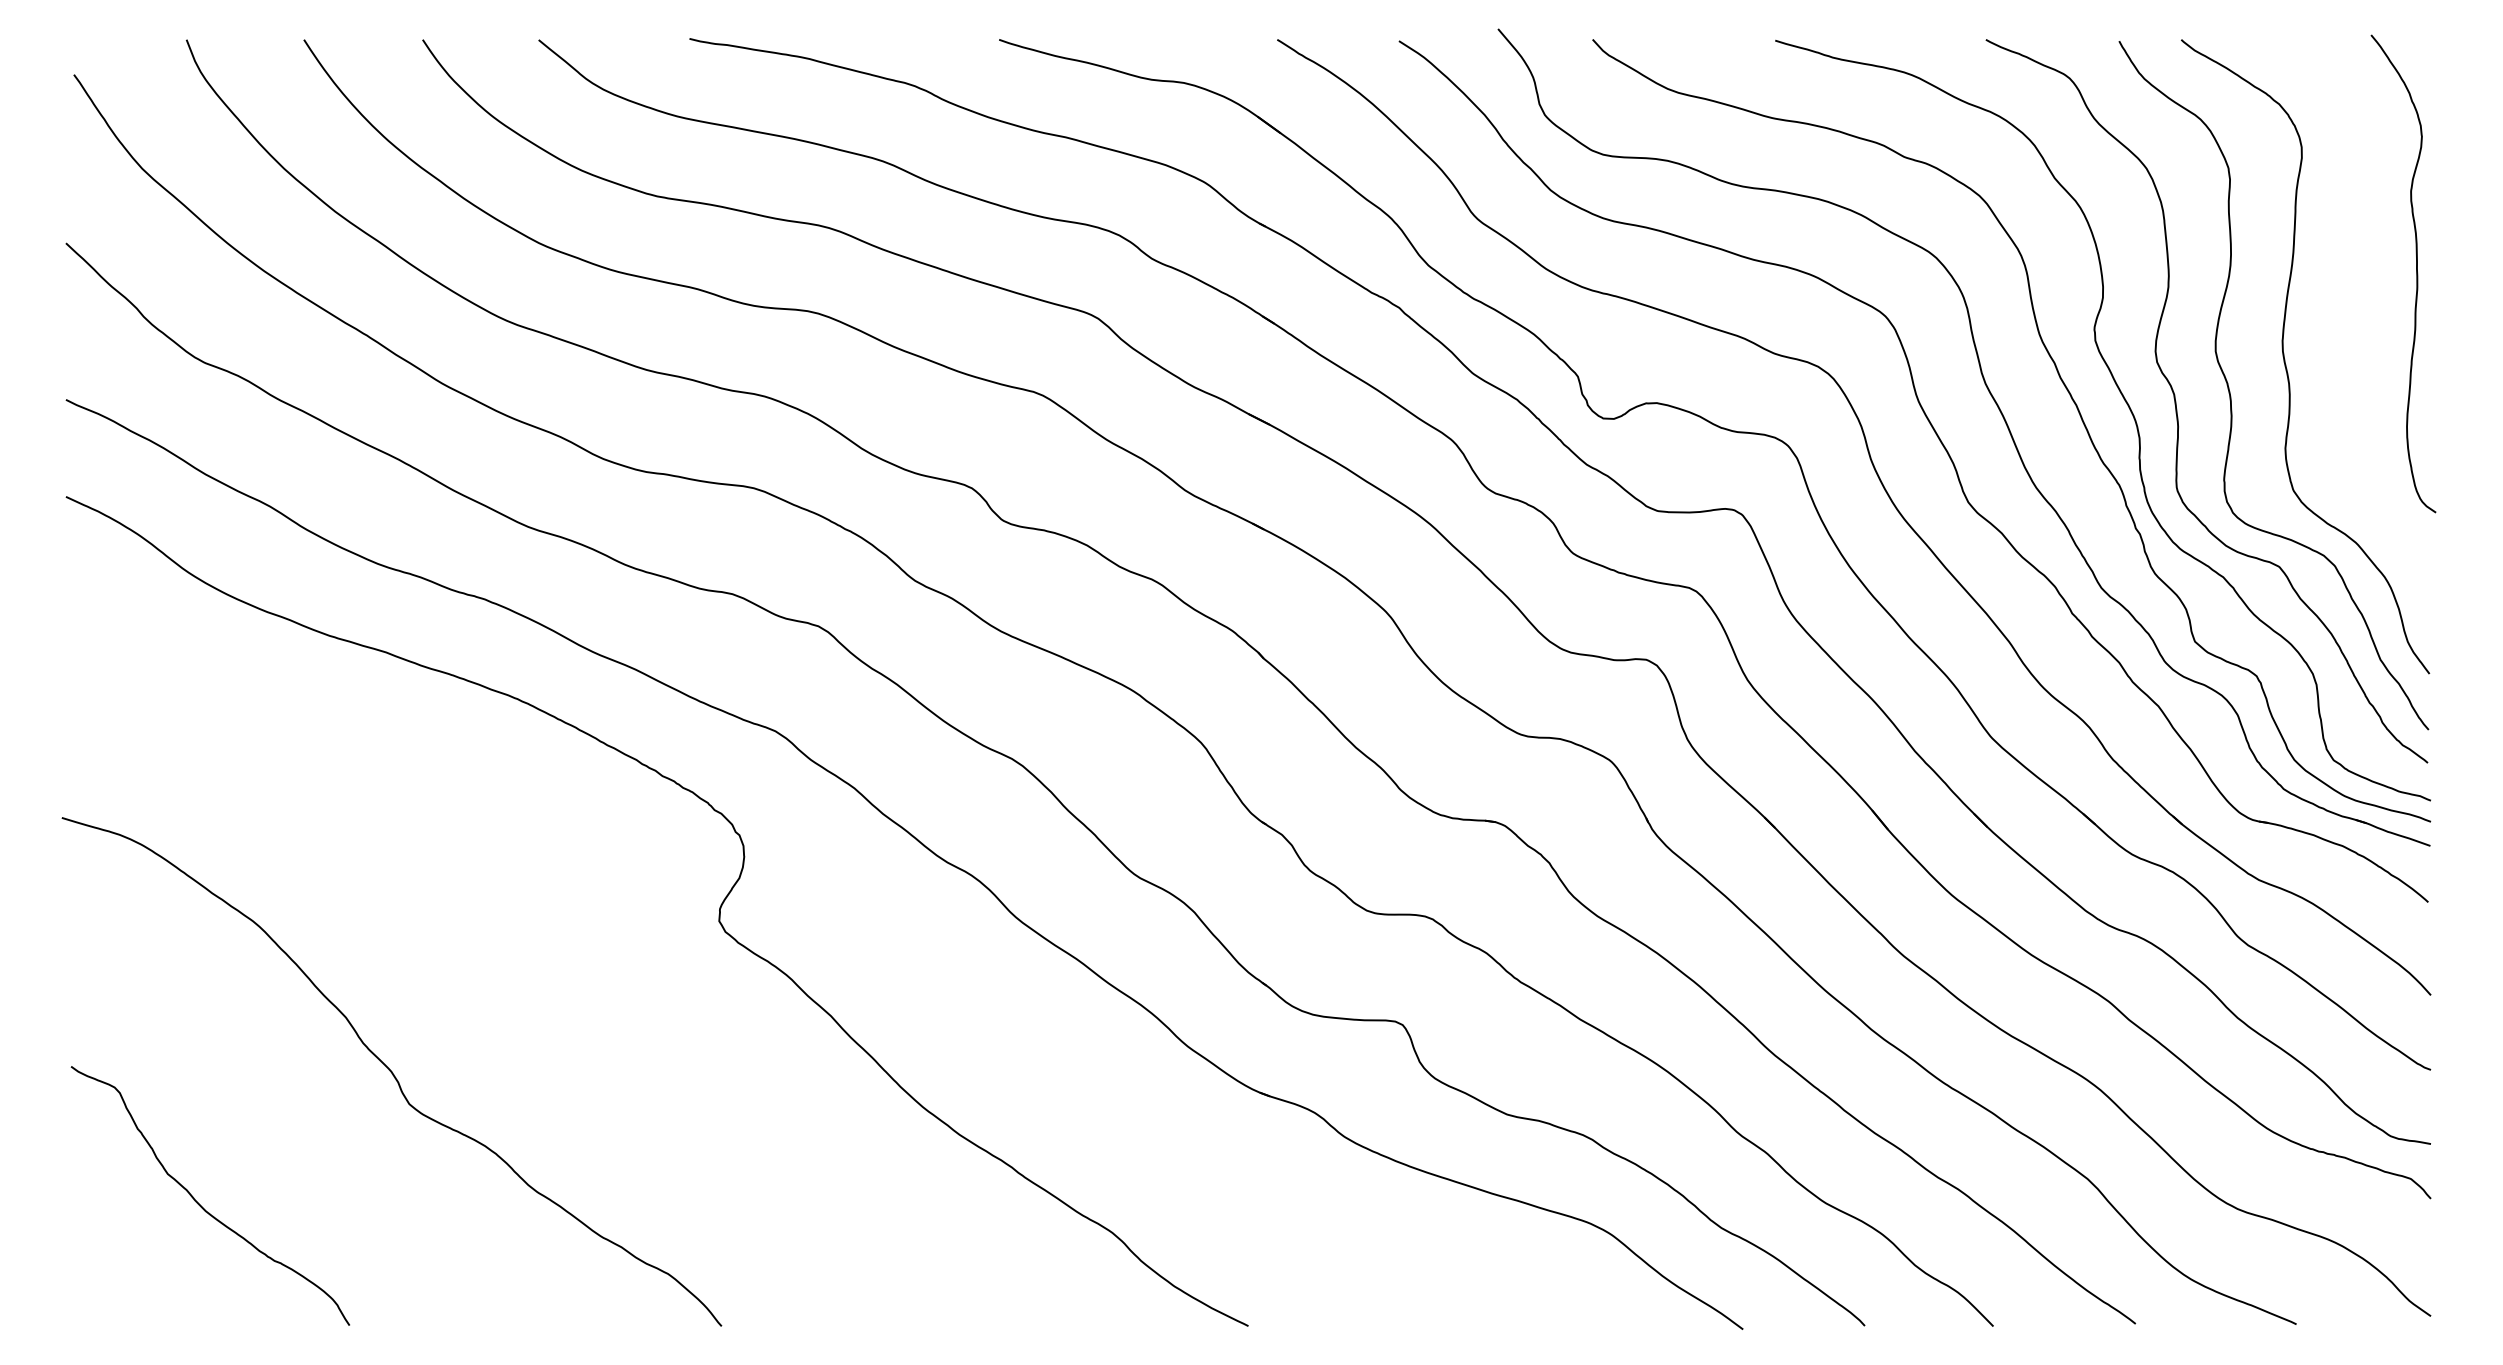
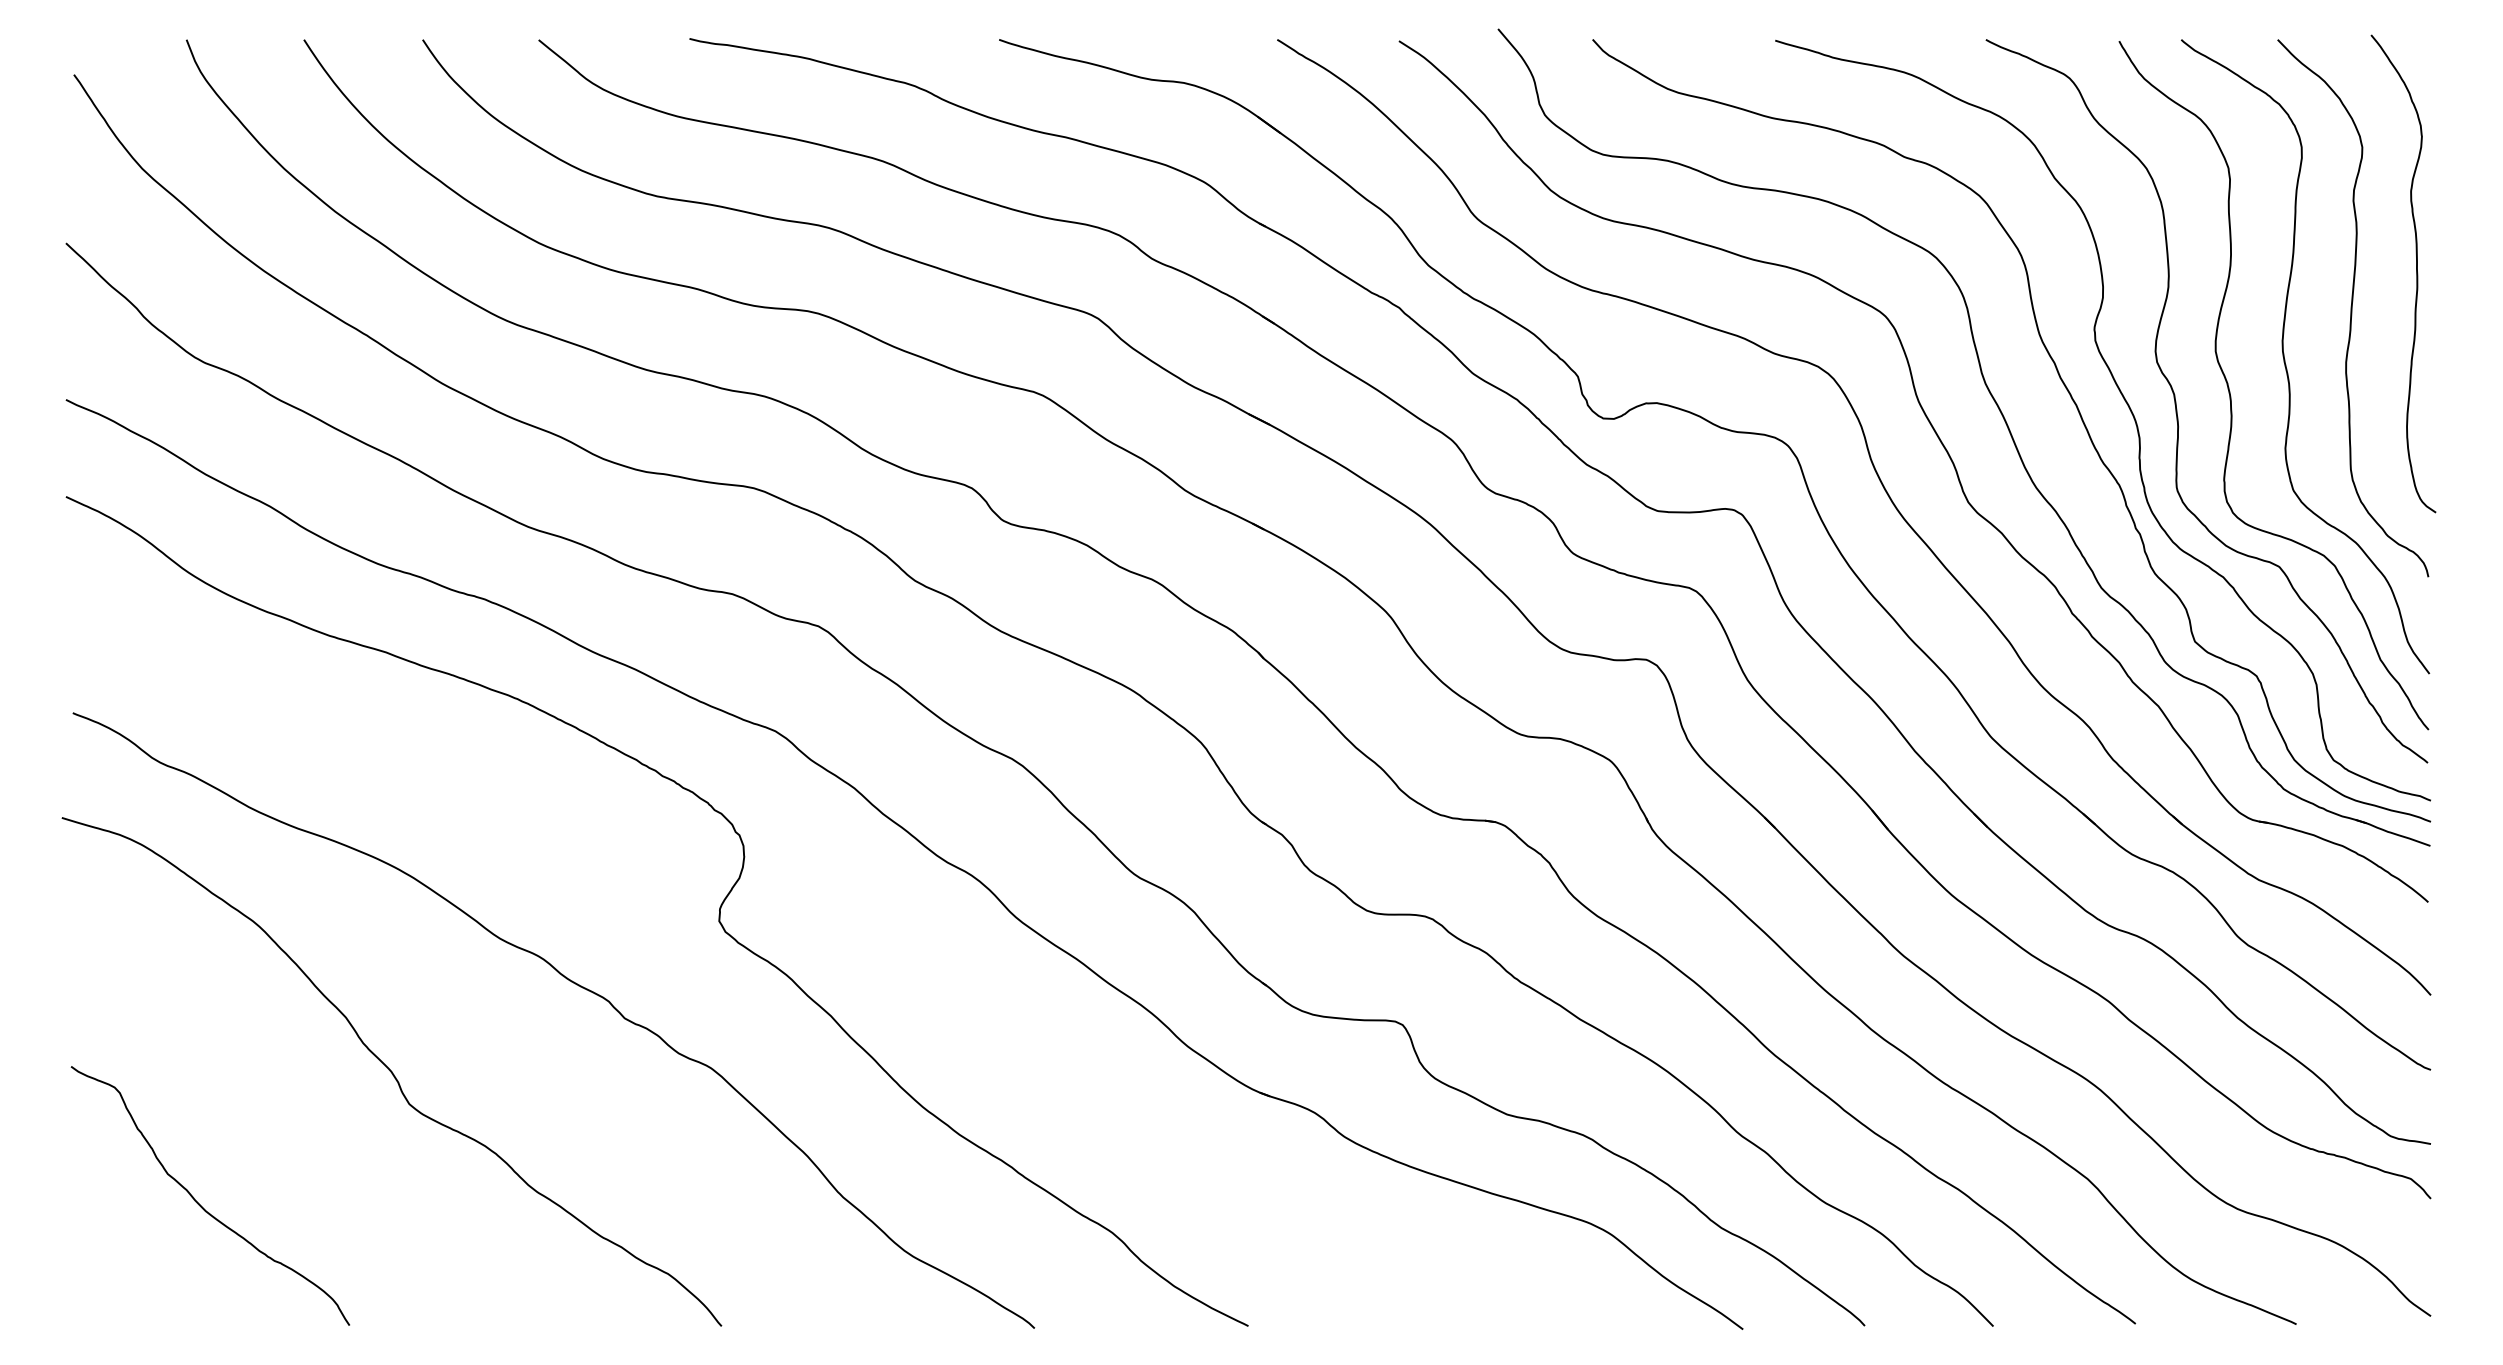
curve at (2352, 308): none -> present
curve at (576, 985): none -> present
